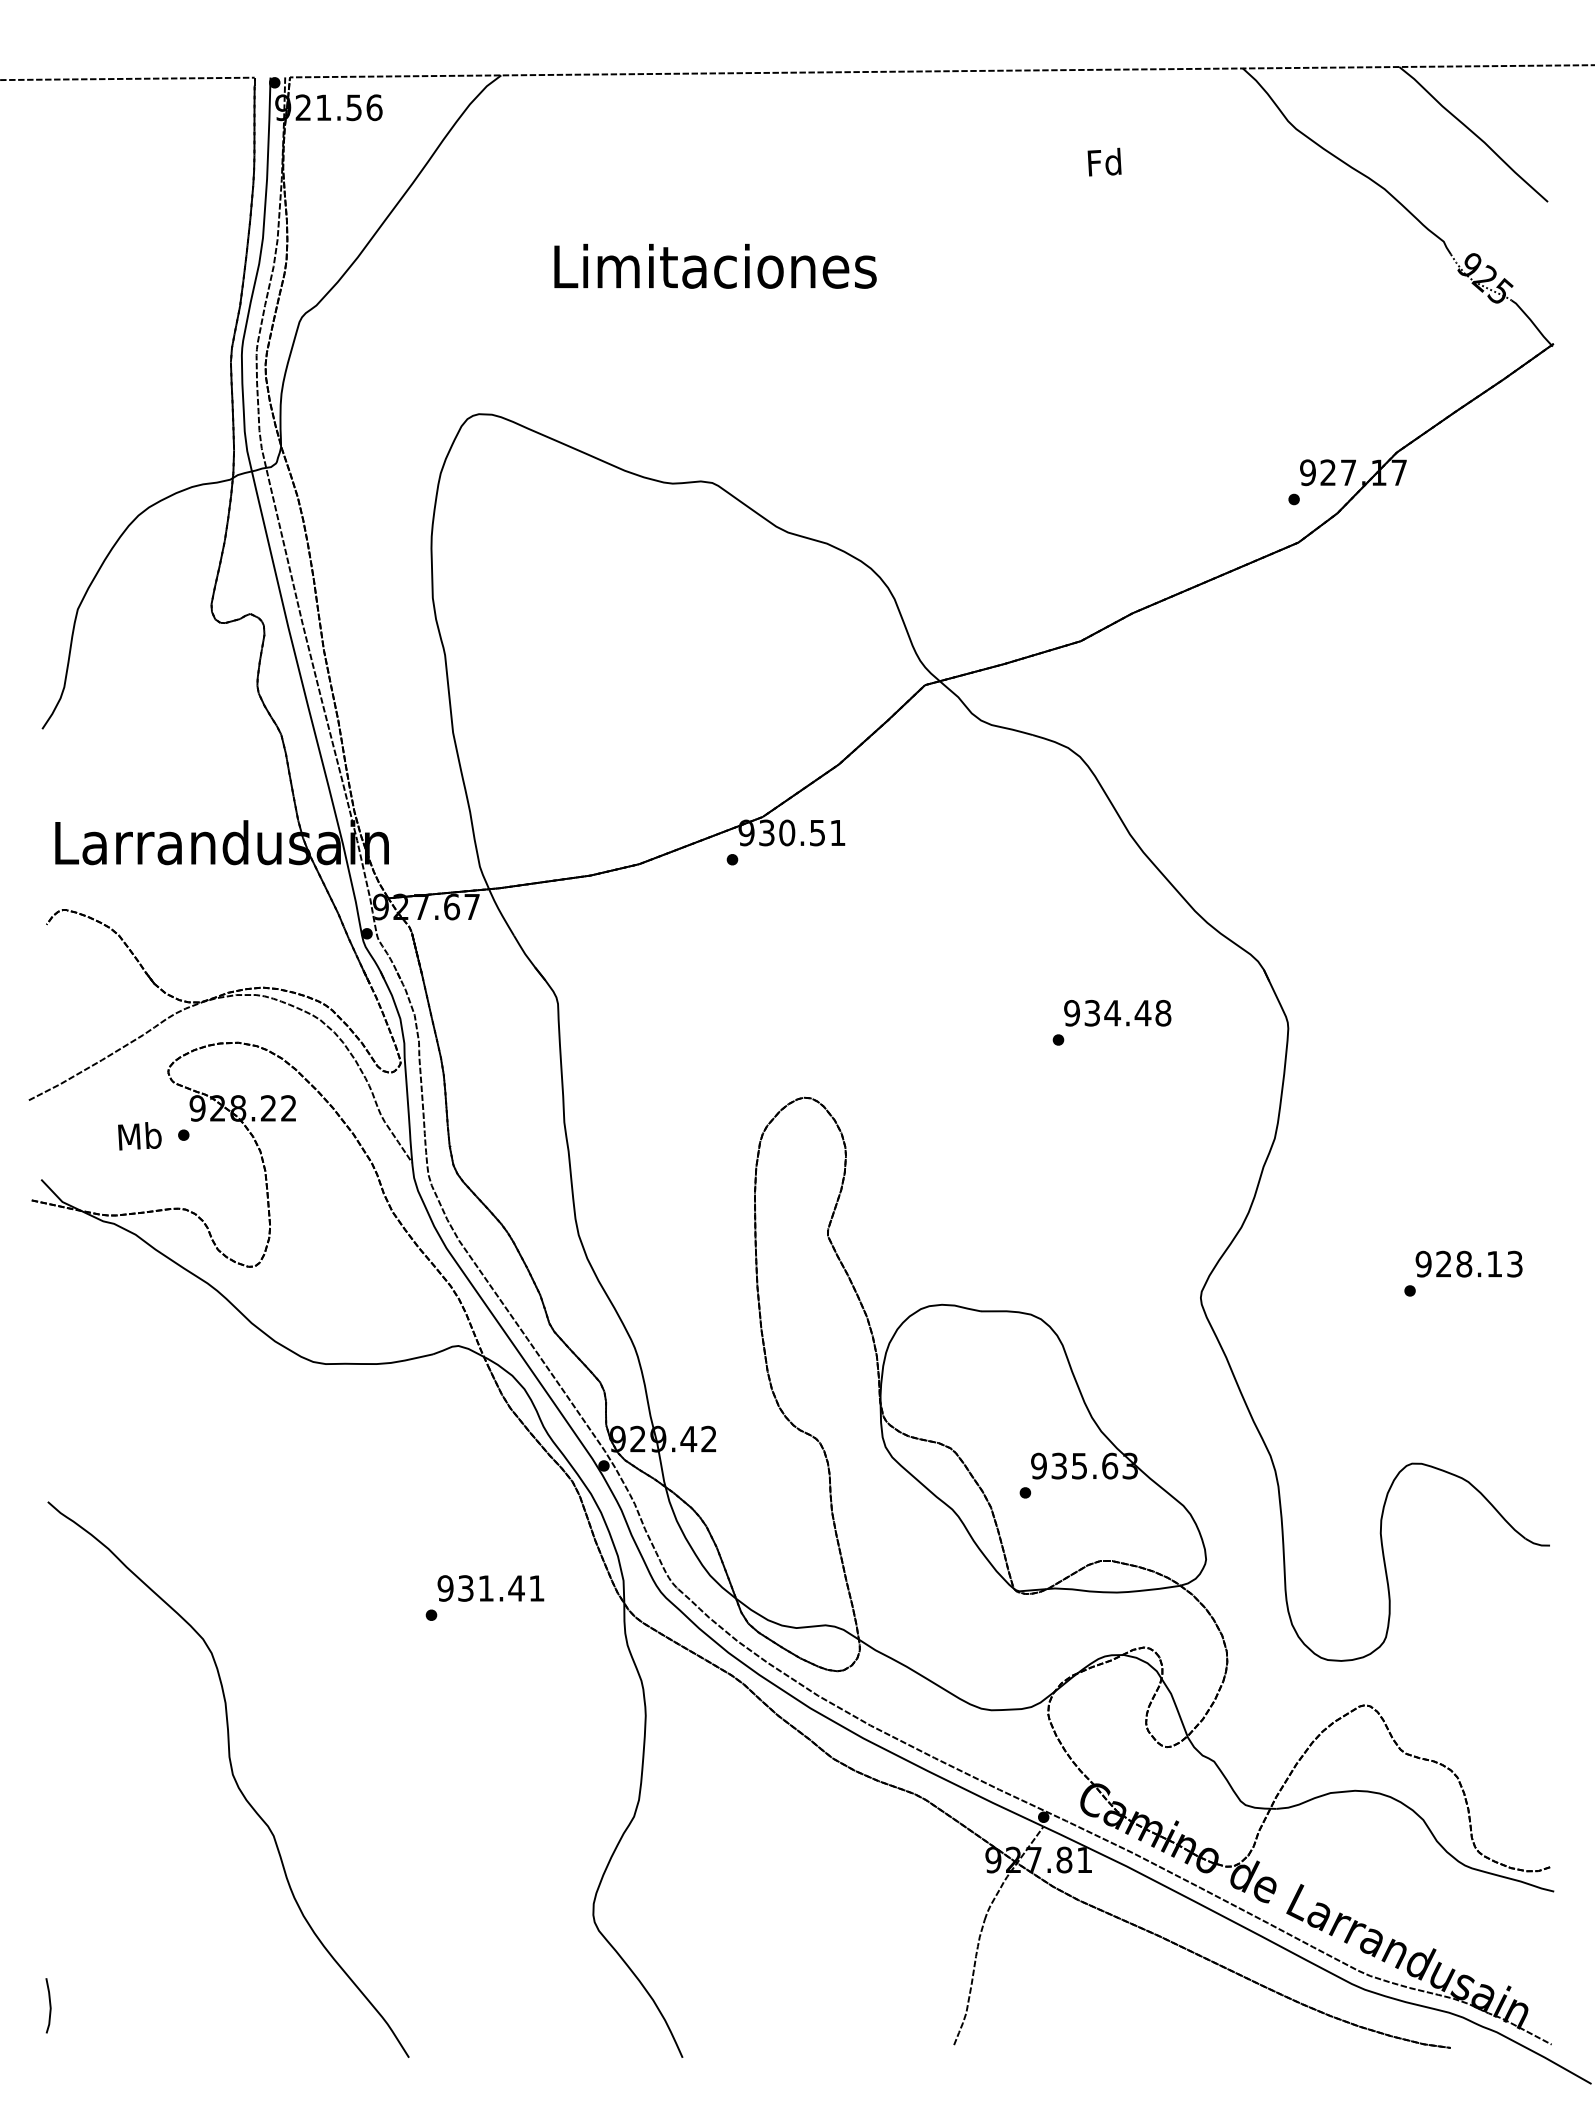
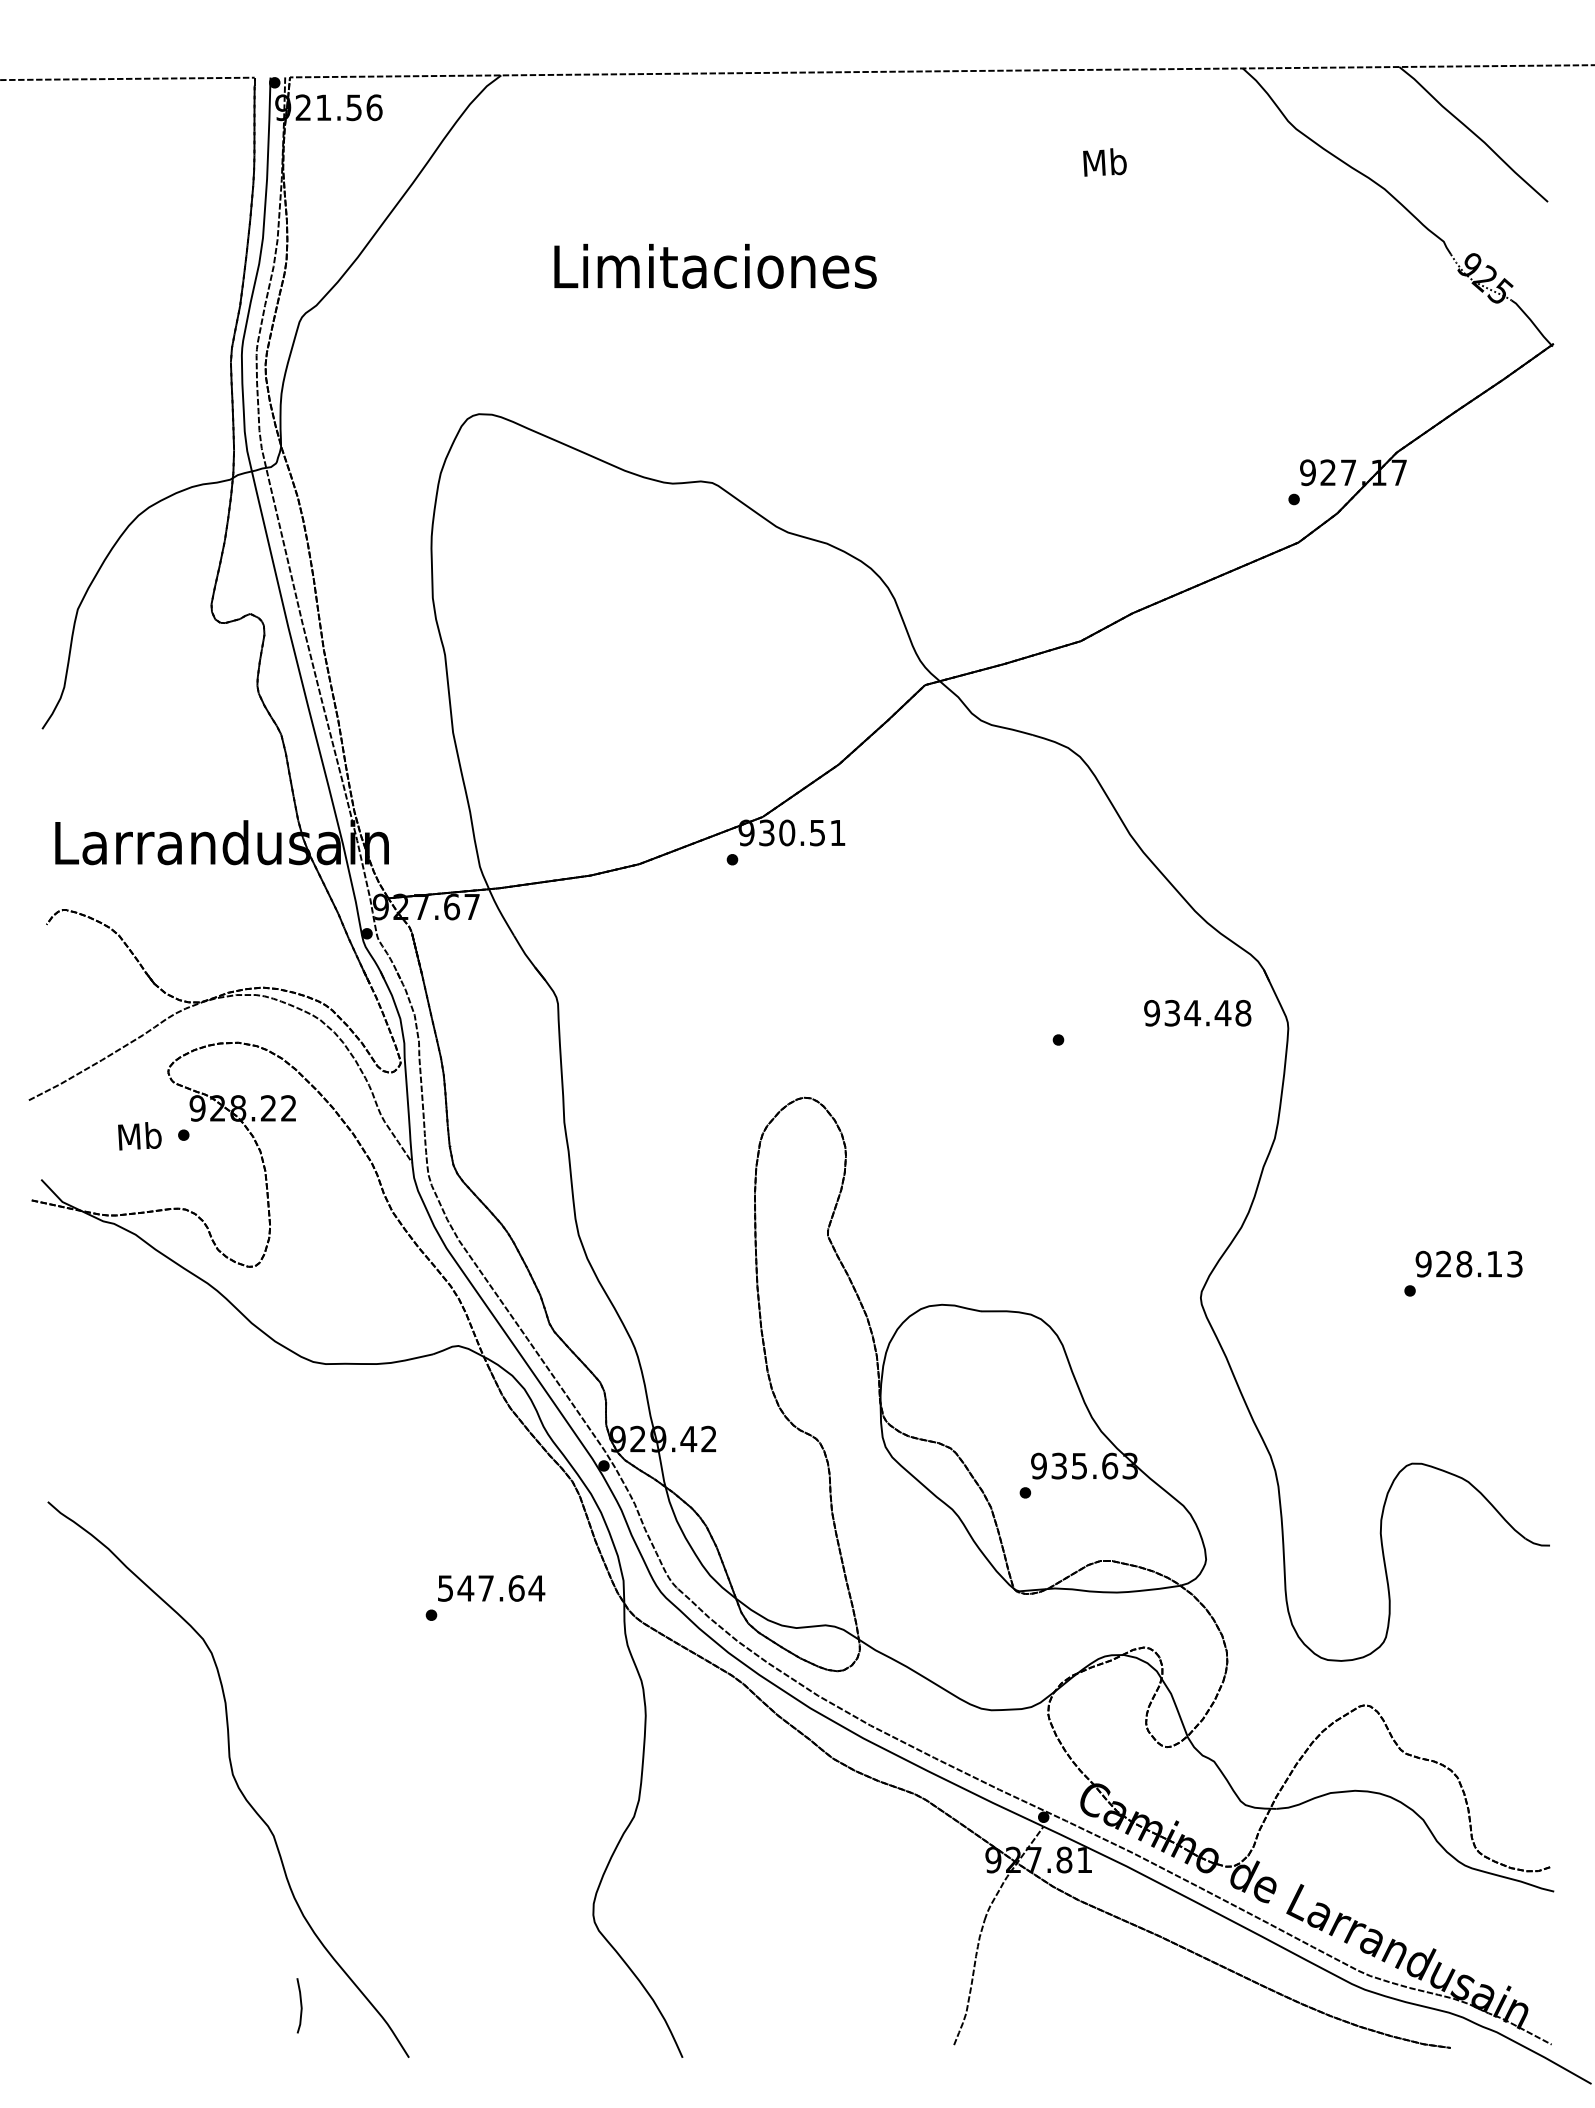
text at (1104, 161): Fd -> Mb
text at (1117, 1013) position: (1117, 1013) -> (1197, 1013)
text at (491, 1588): 931.41 -> 547.64
line at (49, 2005) position: (49, 2005) -> (300, 2005)
